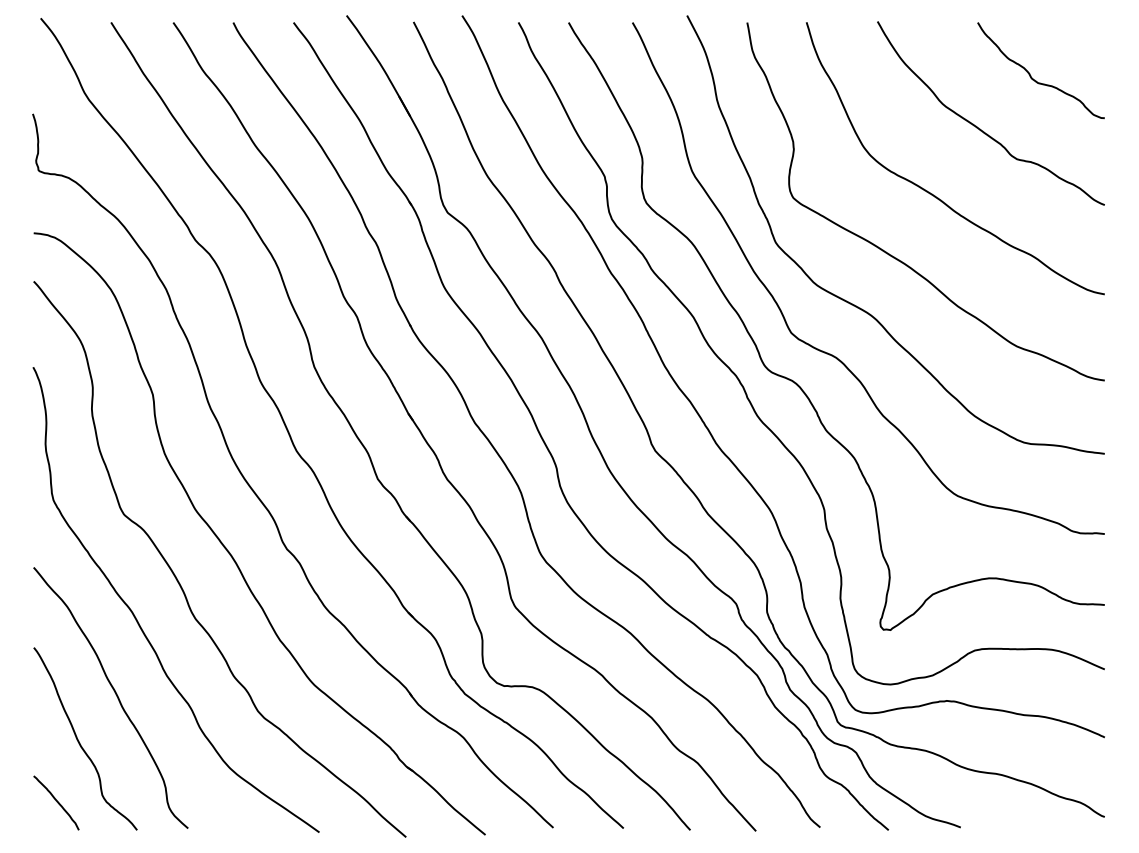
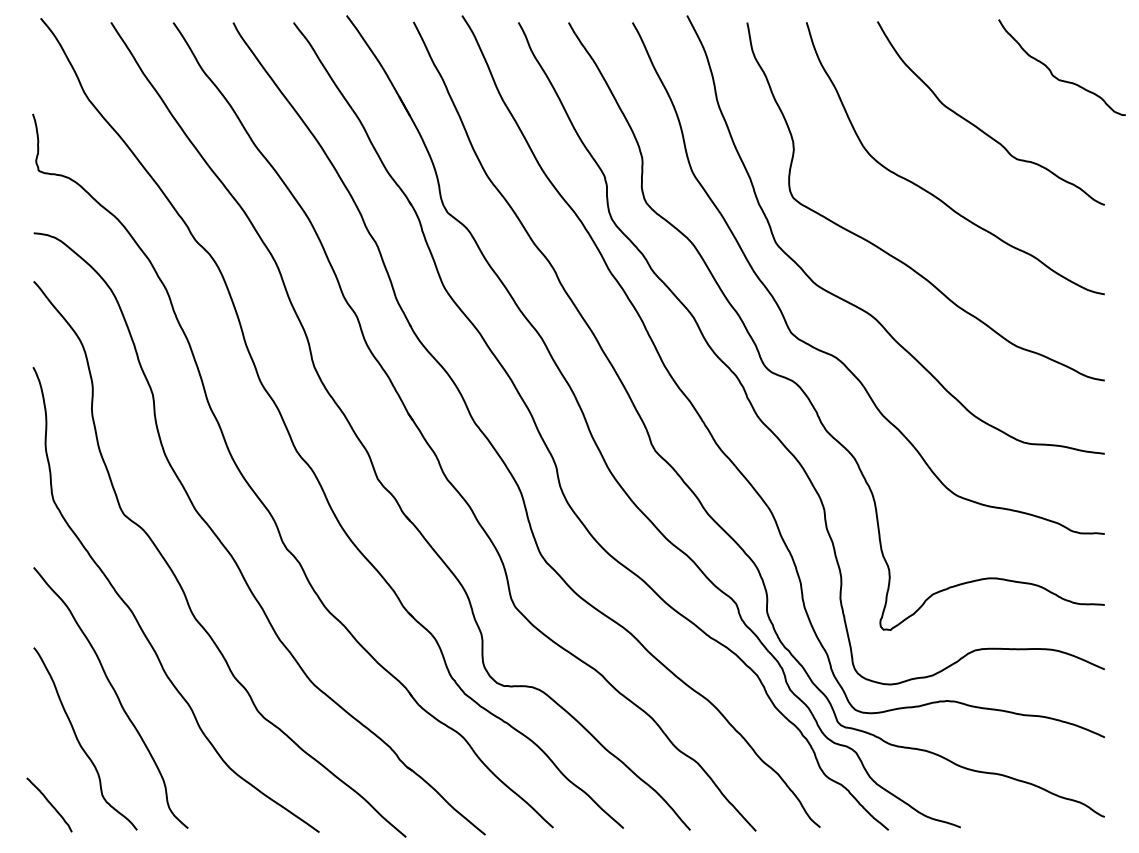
curve at (1031, 75) position: (1031, 75) -> (1052, 72)
curve at (56, 802) position: (56, 802) -> (49, 804)
